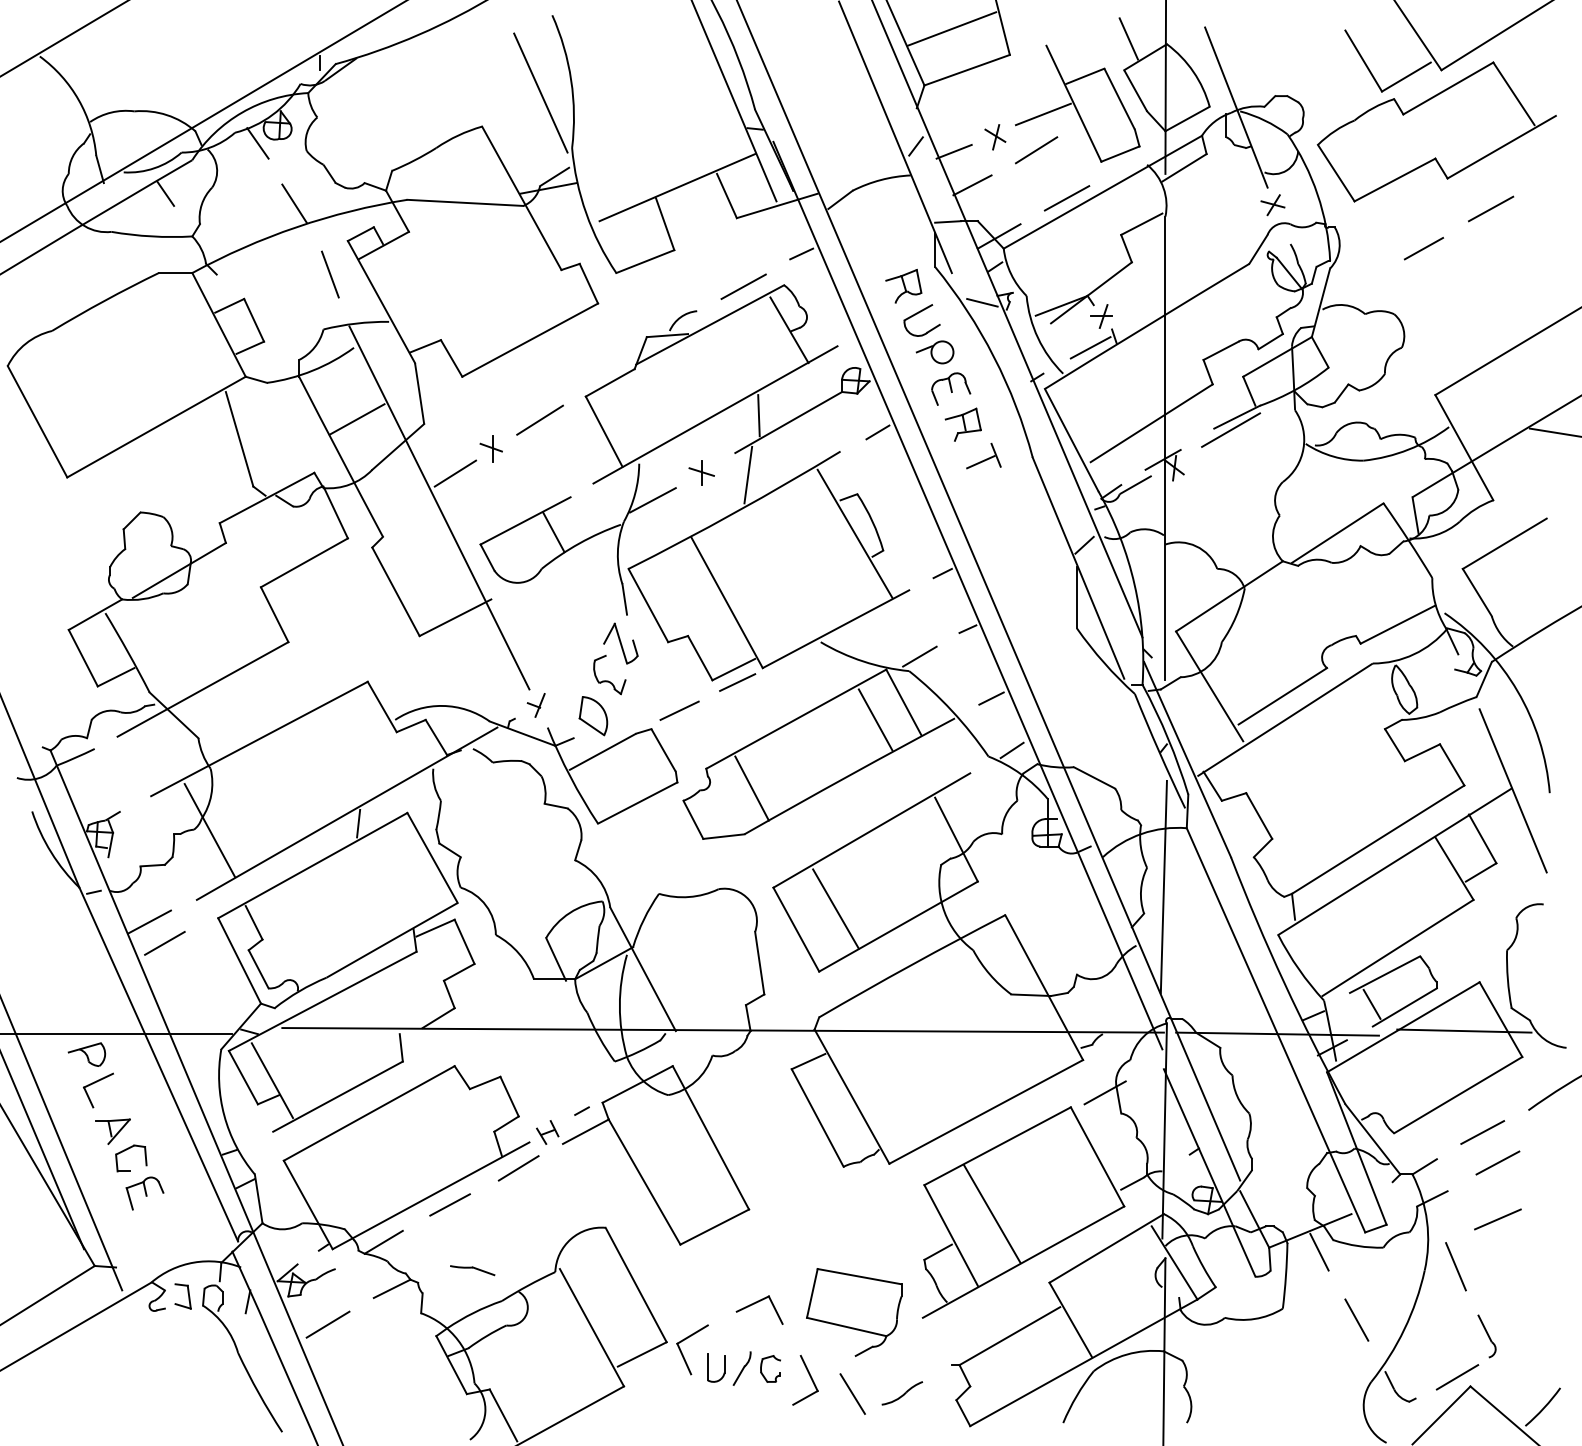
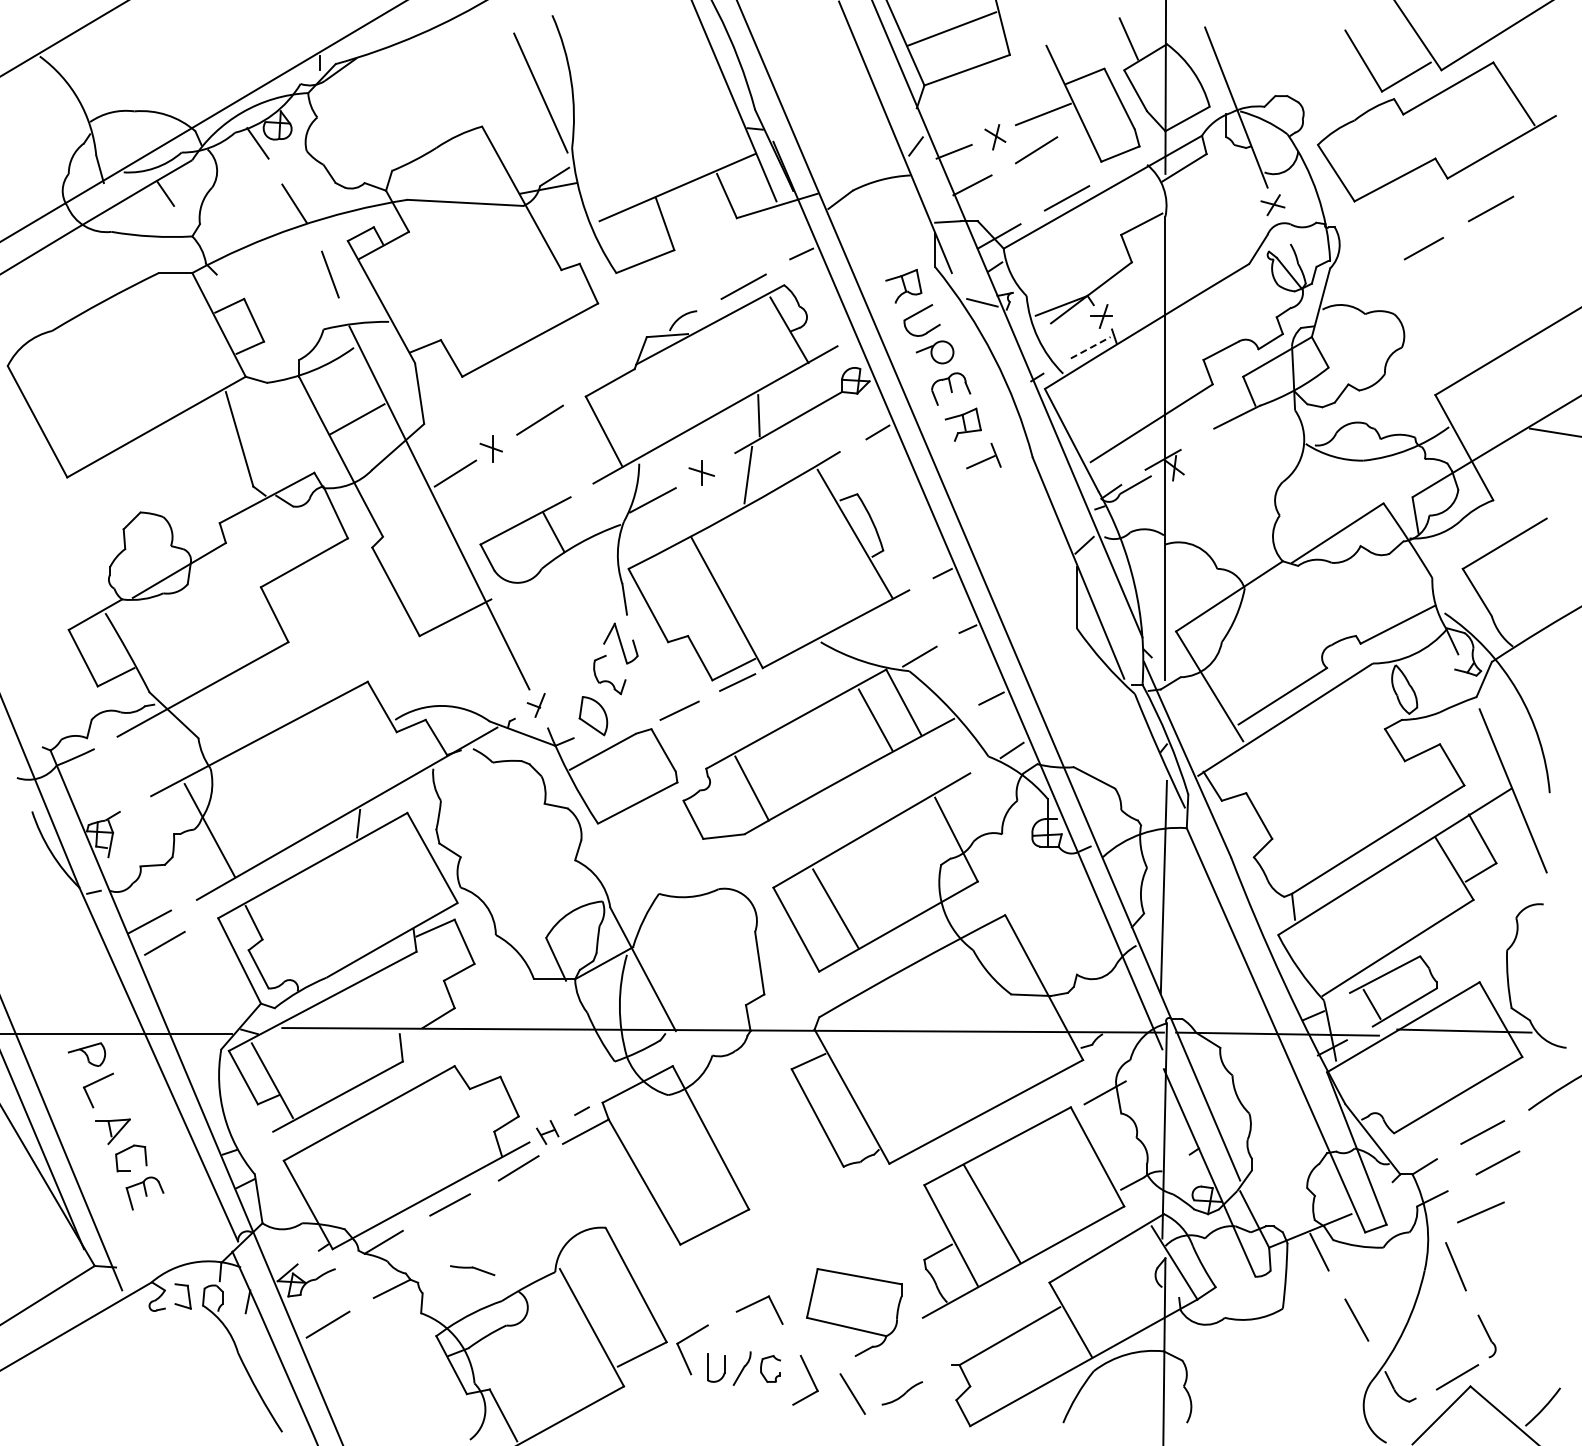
line at (1090, 347): solid -> dashed
line at (1231, 429): present -> none
line at (1497, 1219) position: (1497, 1219) -> (1480, 1212)
